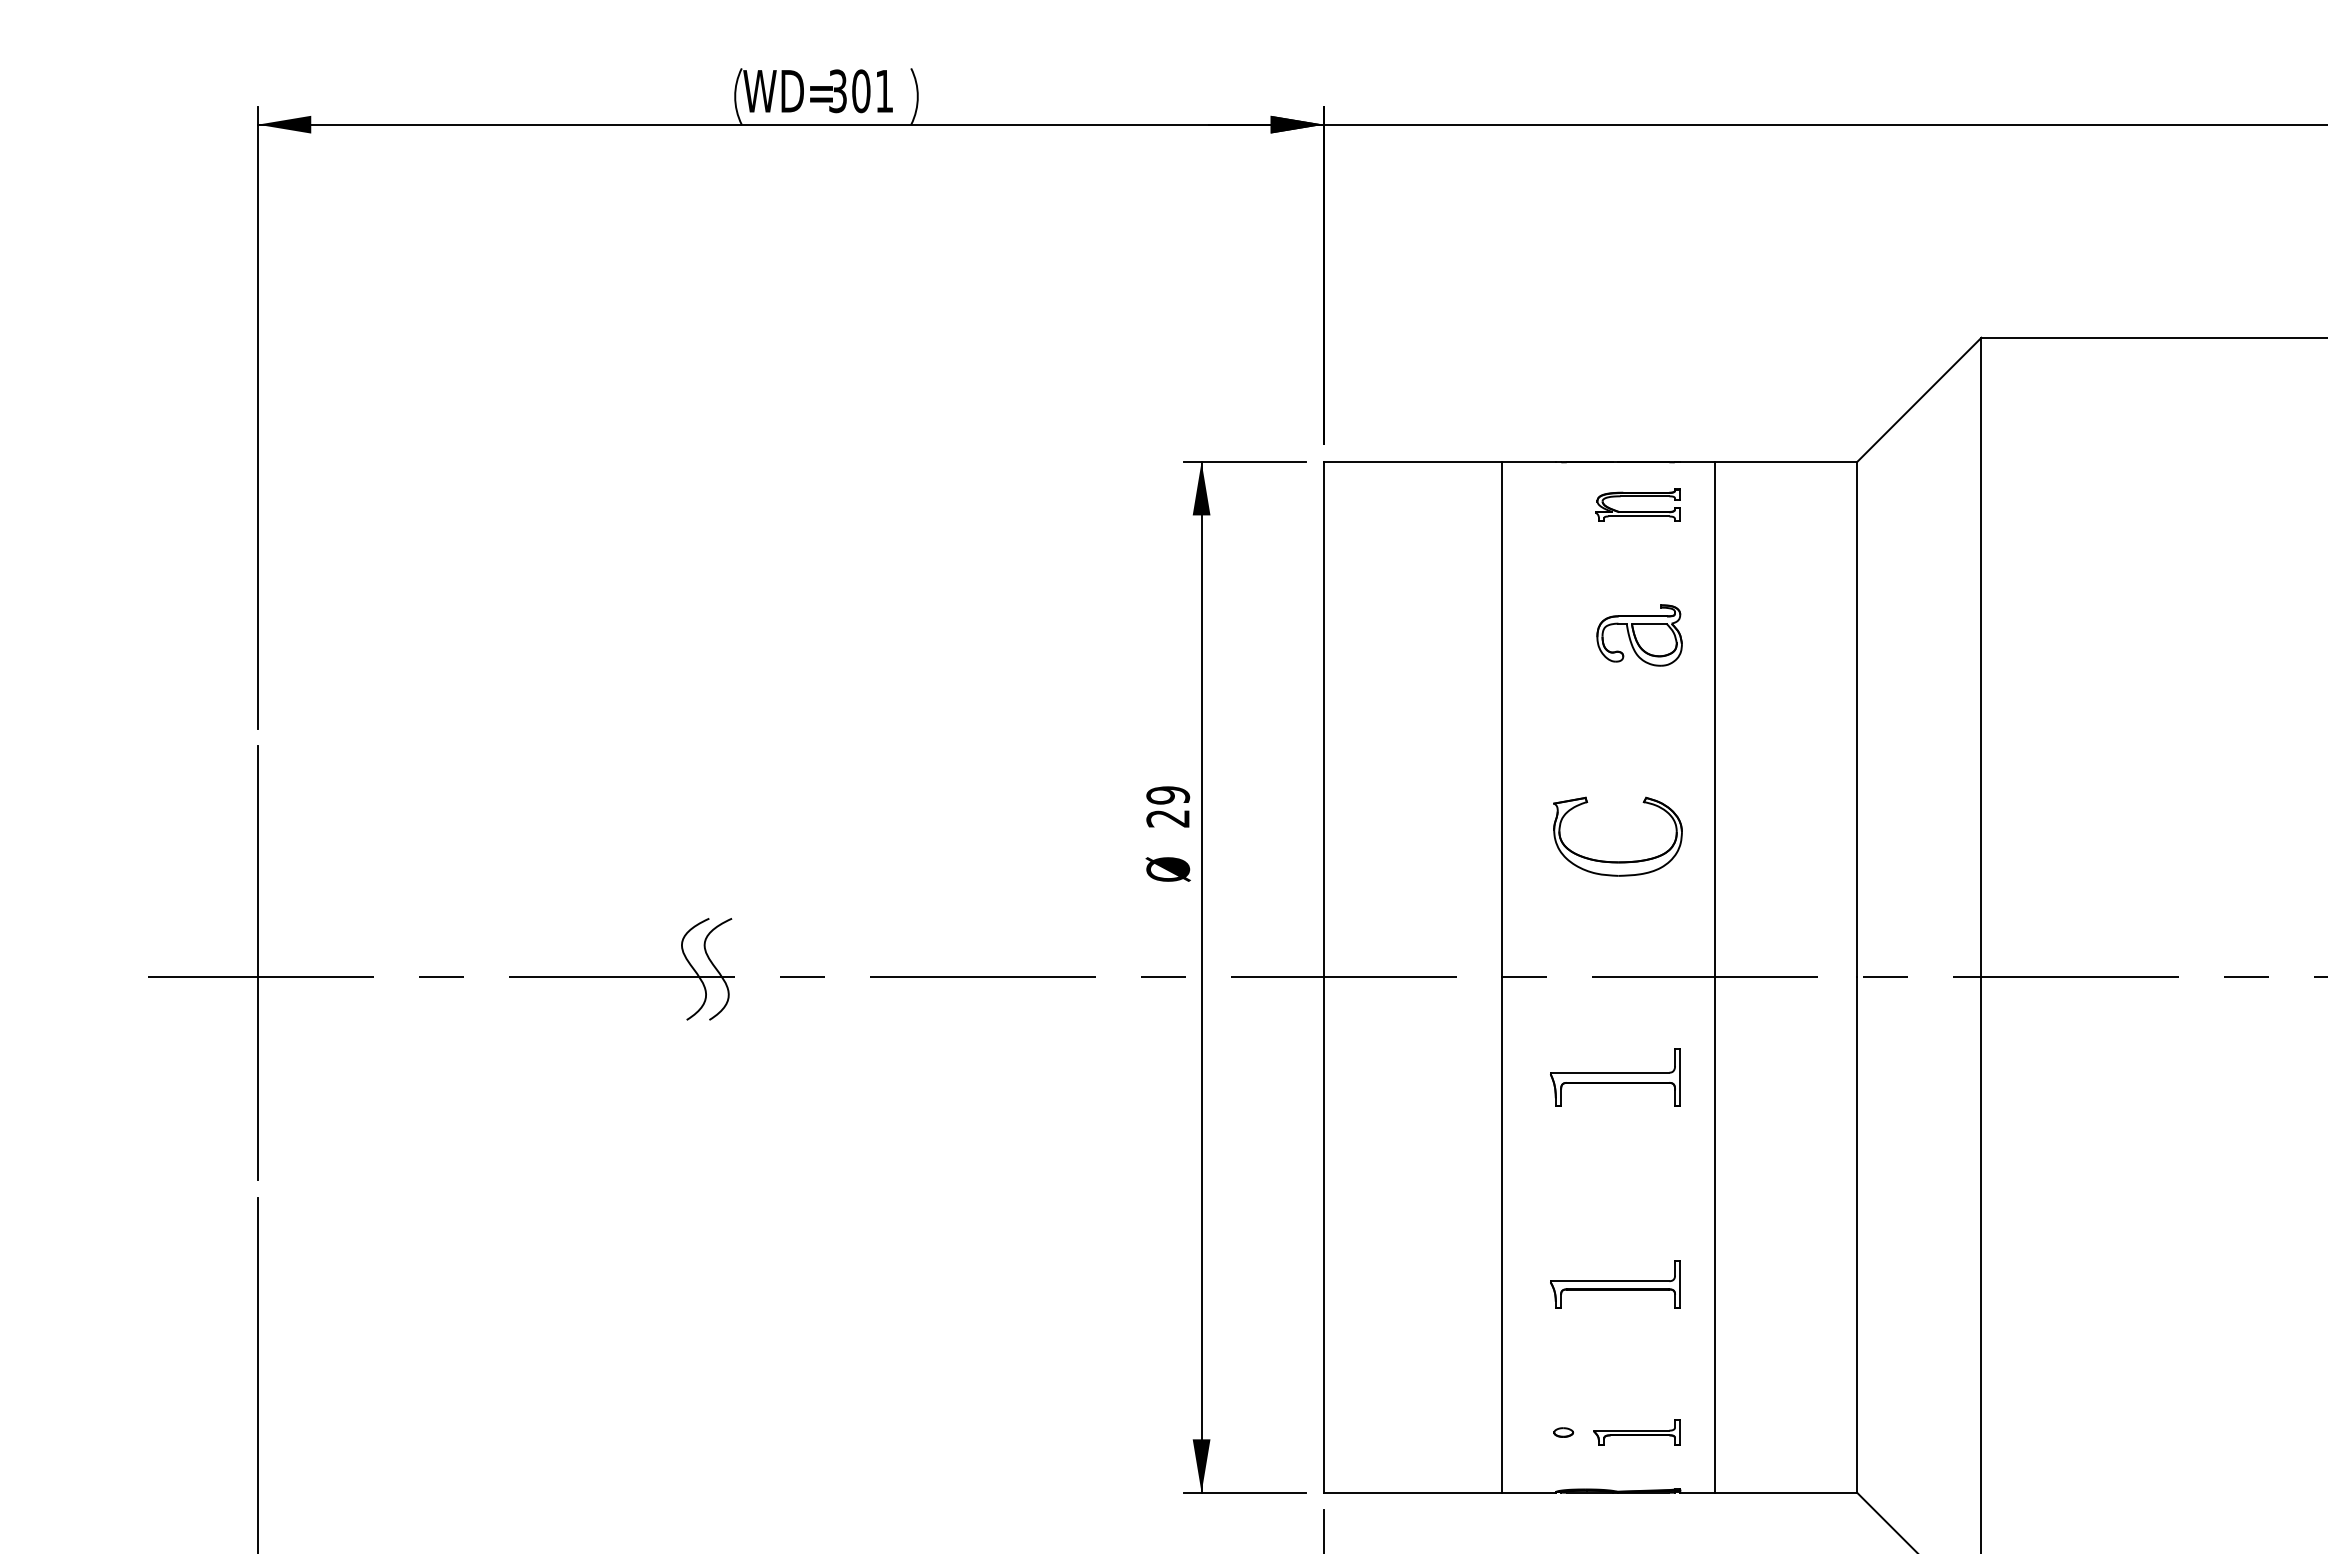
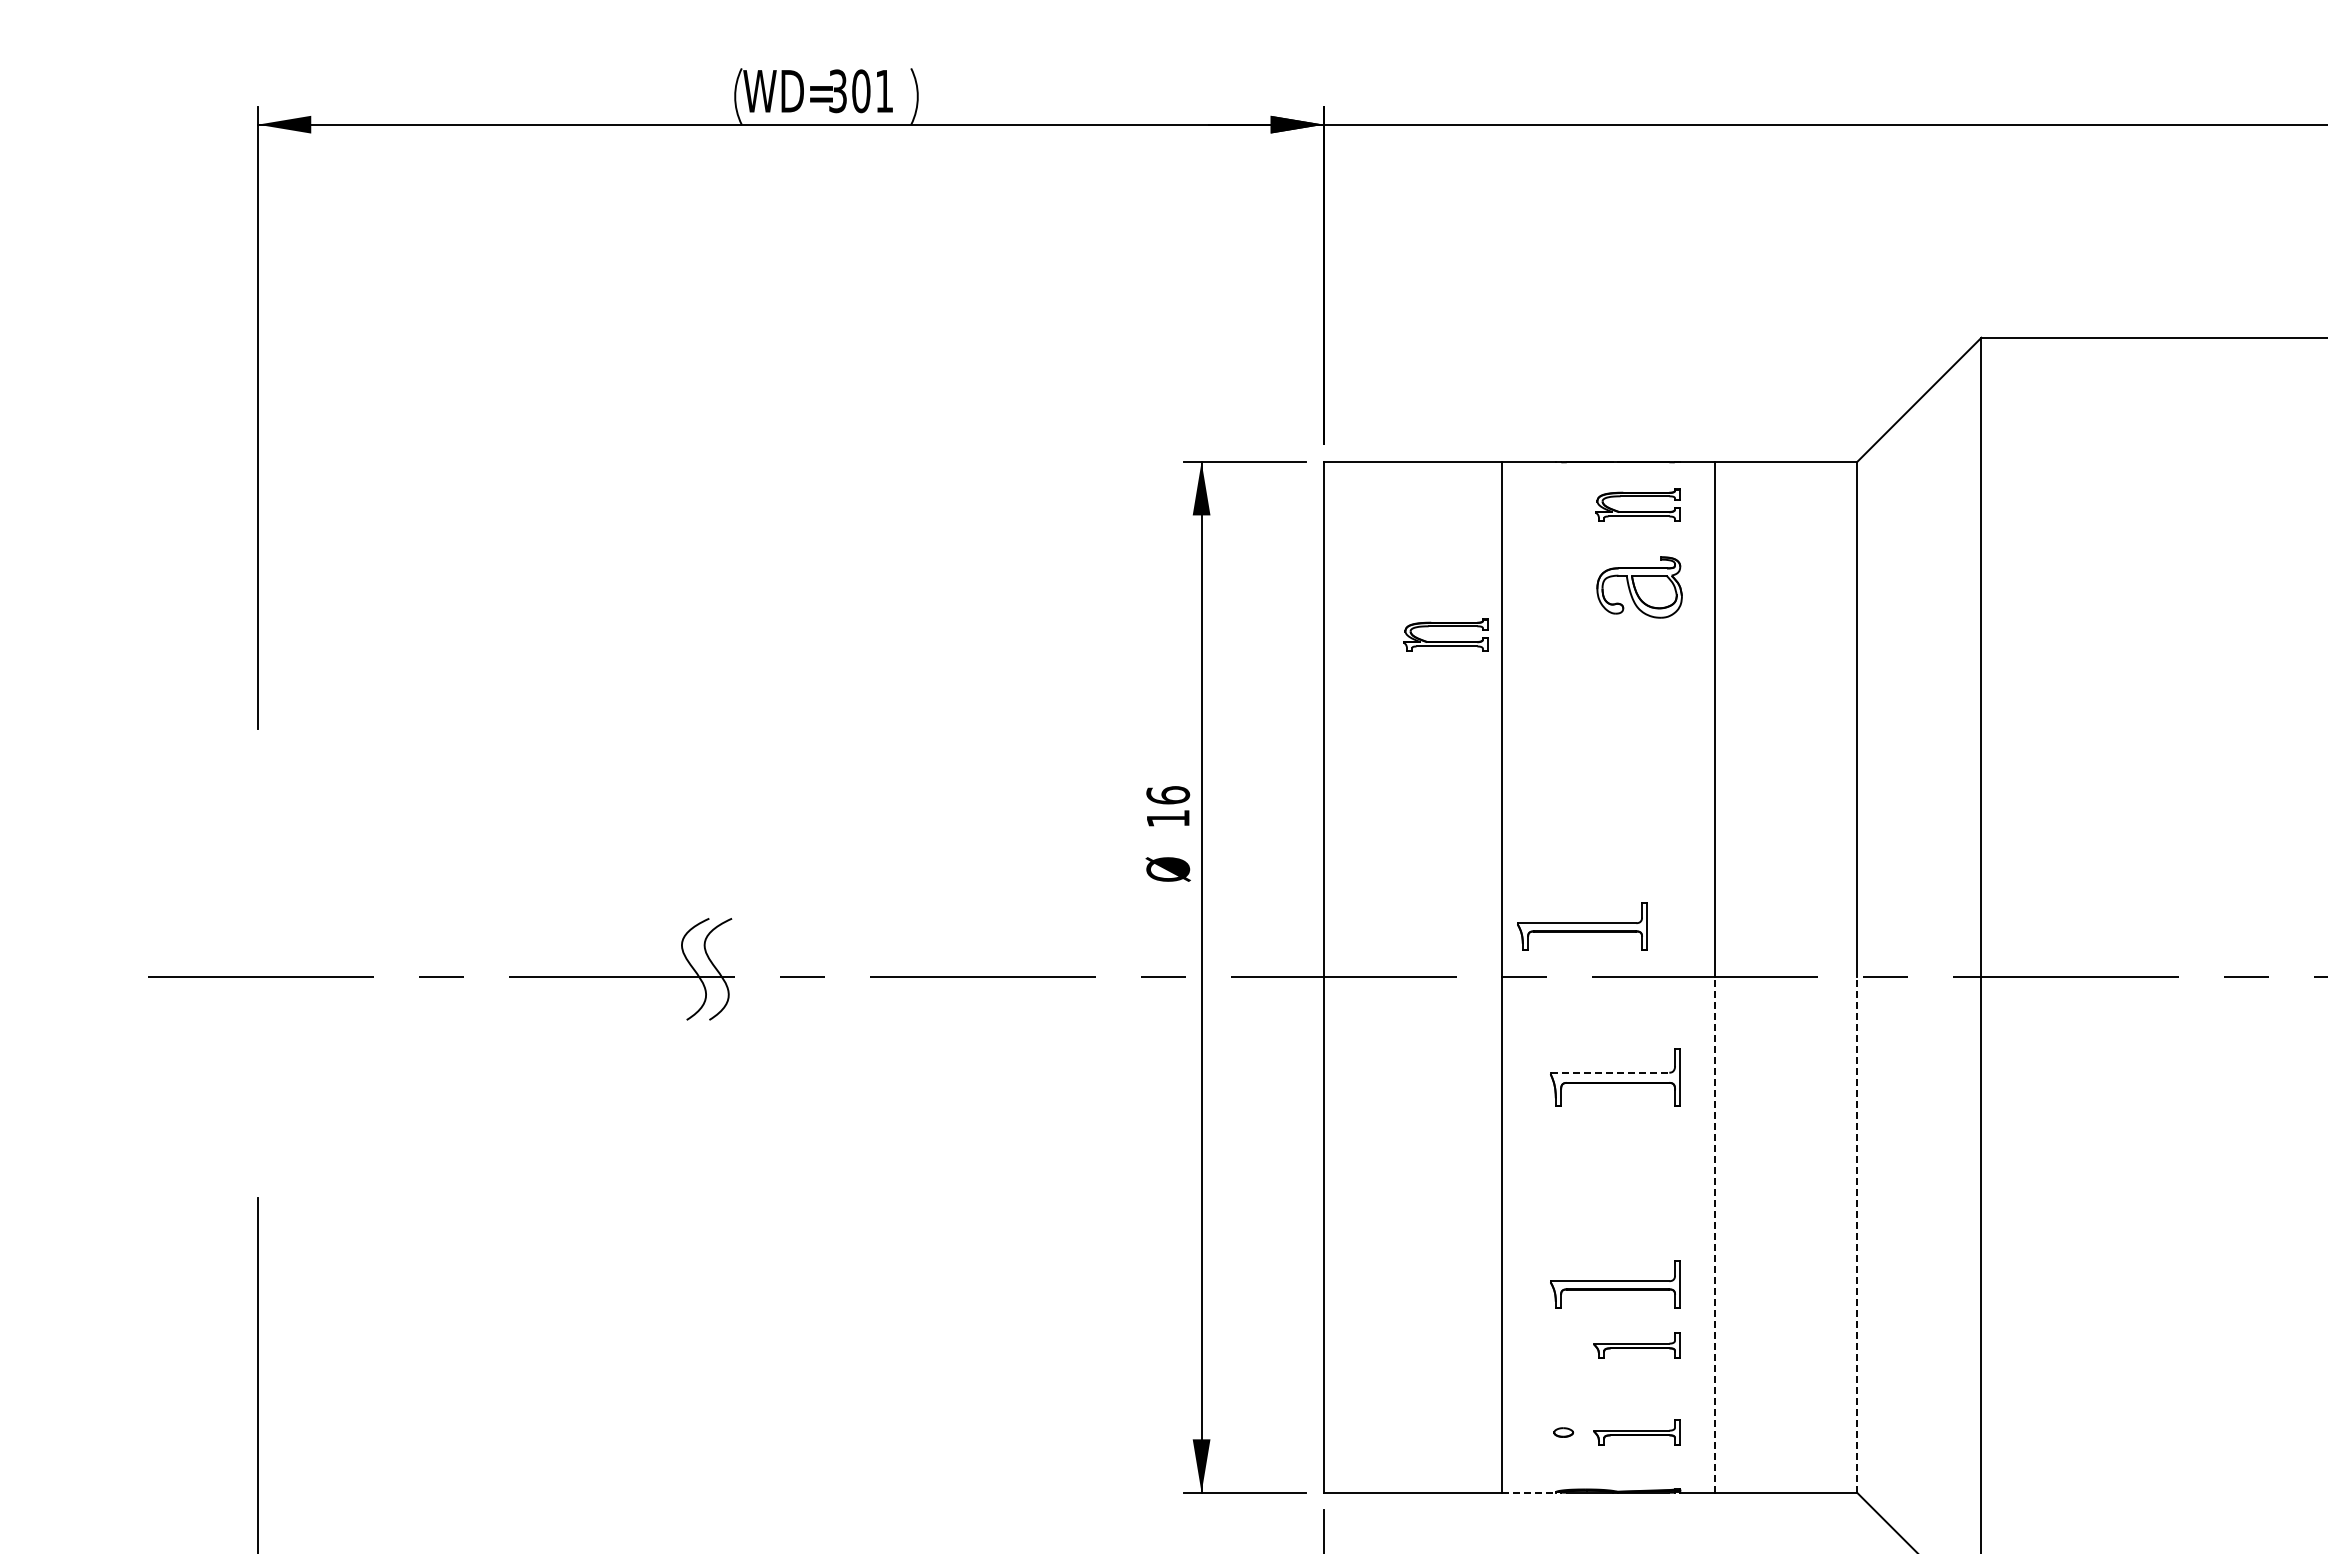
part at (1639, 635) position: (1639, 635) -> (1639, 587)
part at (1445, 641): none -> present
text at (1168, 806): 29 -> 16
part at (1617, 861): present -> none
part at (1582, 926): none -> present
line at (257, 962): present -> none
line at (1610, 1072): solid -> dashed
line at (1714, 1235): solid -> dashed
line at (1857, 1235): solid -> dashed
part at (1636, 1345): none -> present
line at (1529, 1492): solid -> dashed
